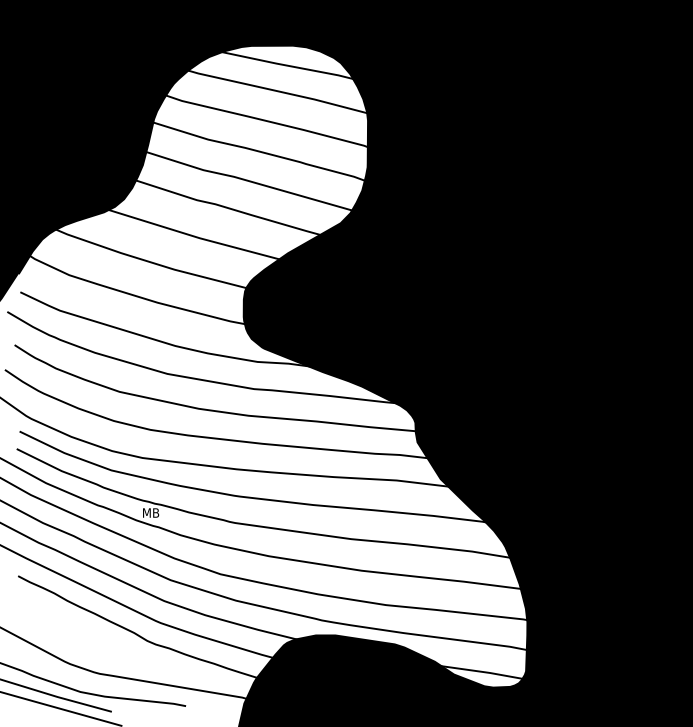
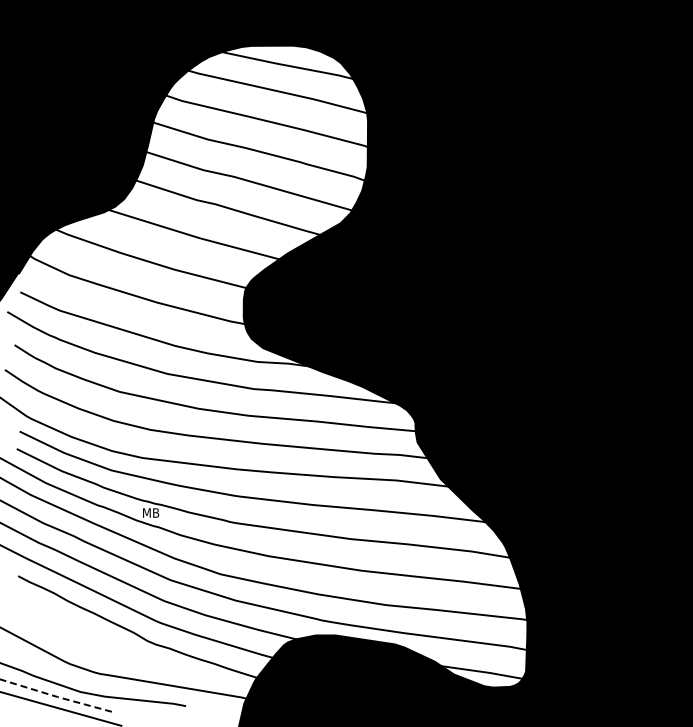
line at (56, 696): solid -> dashed
